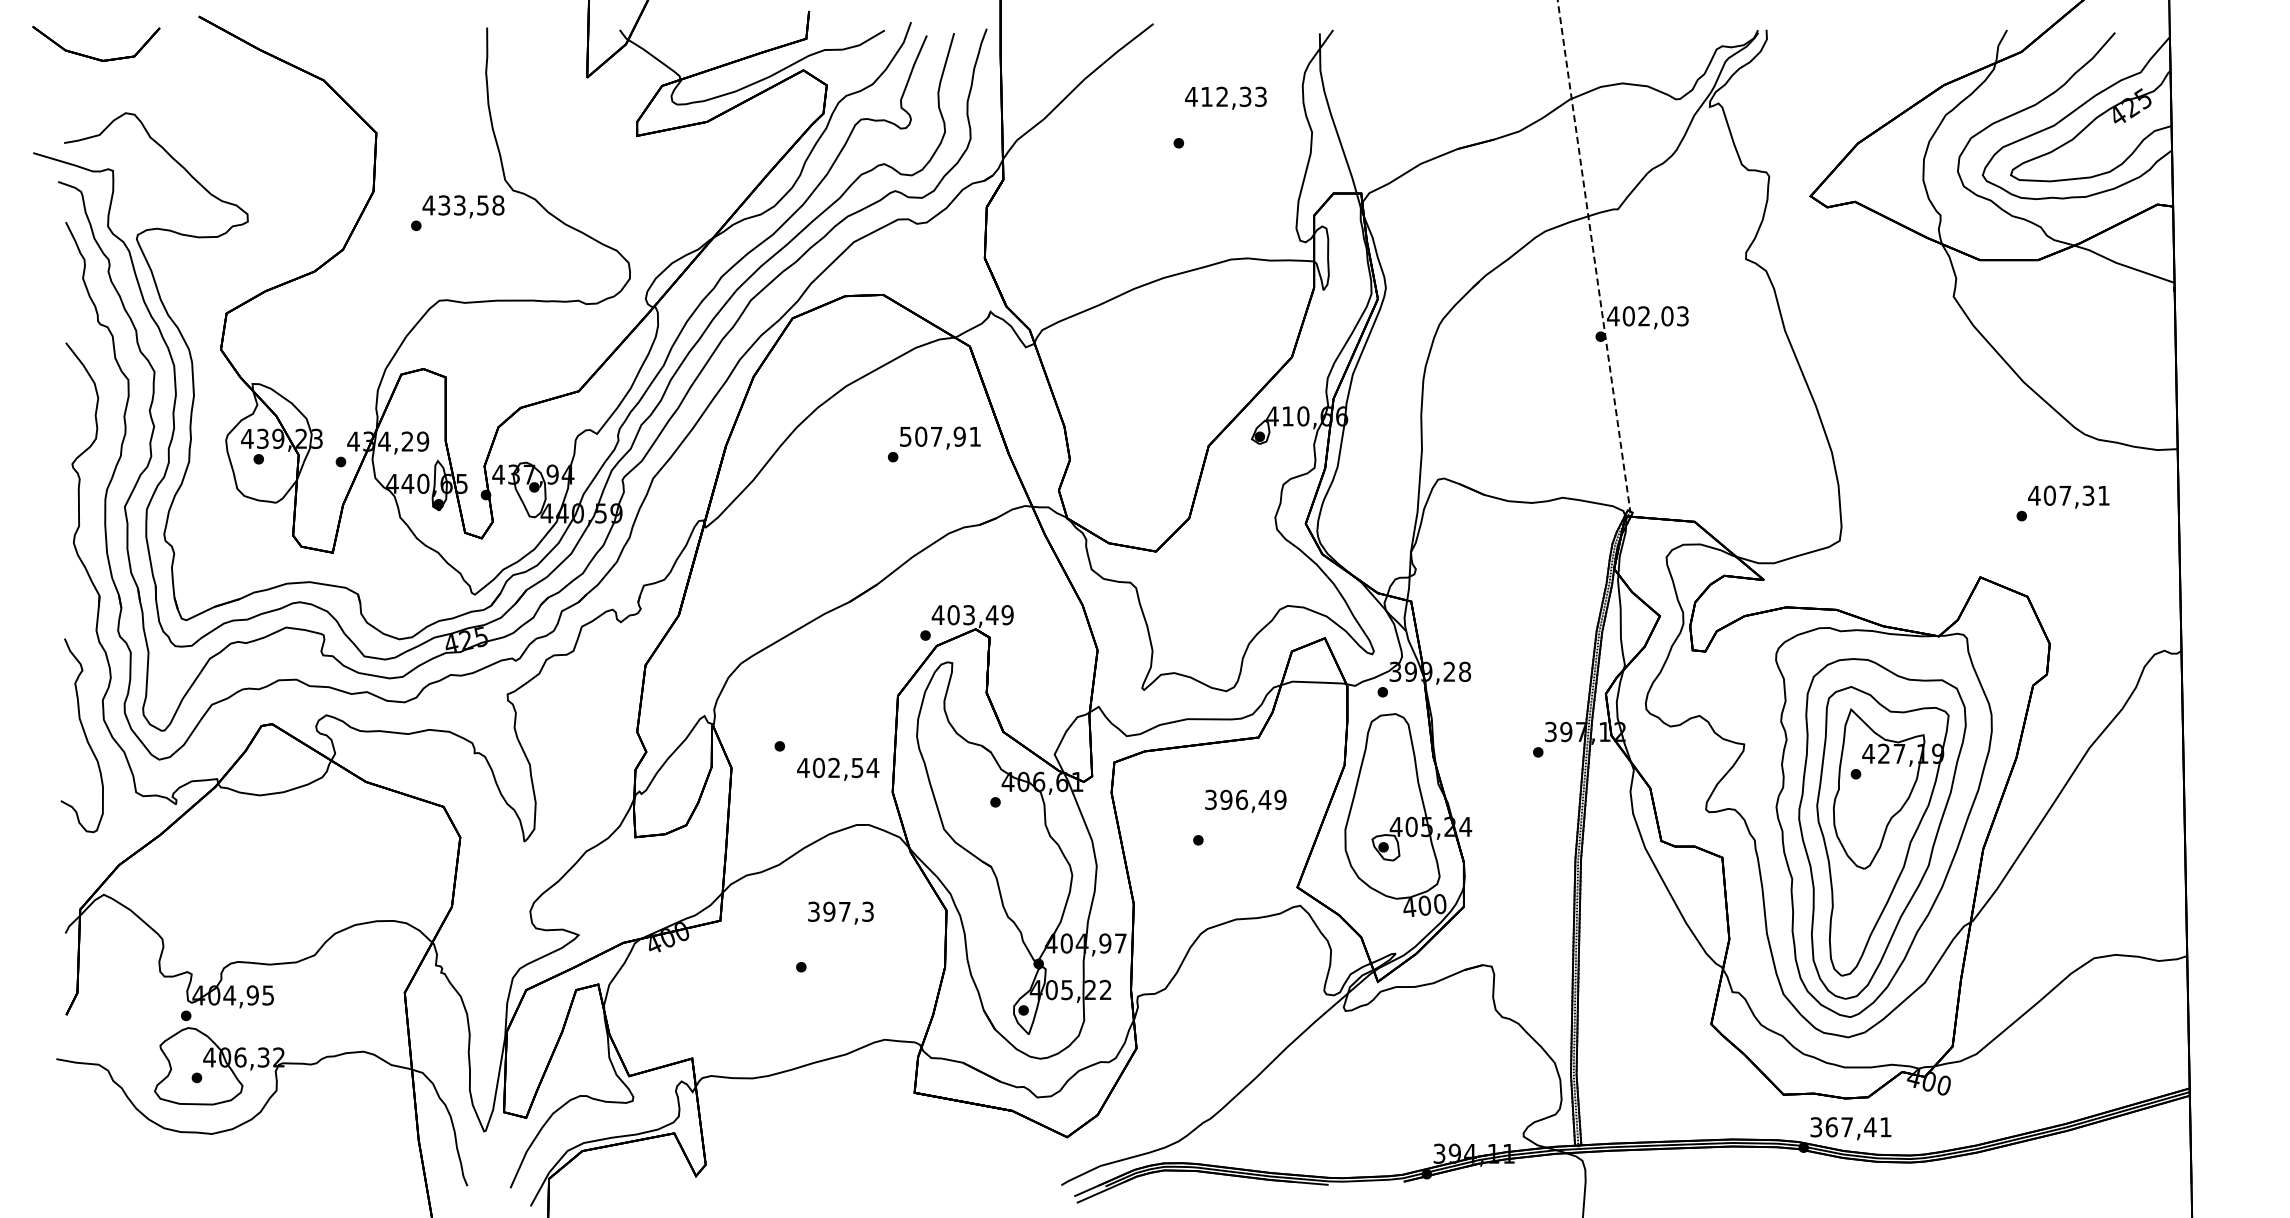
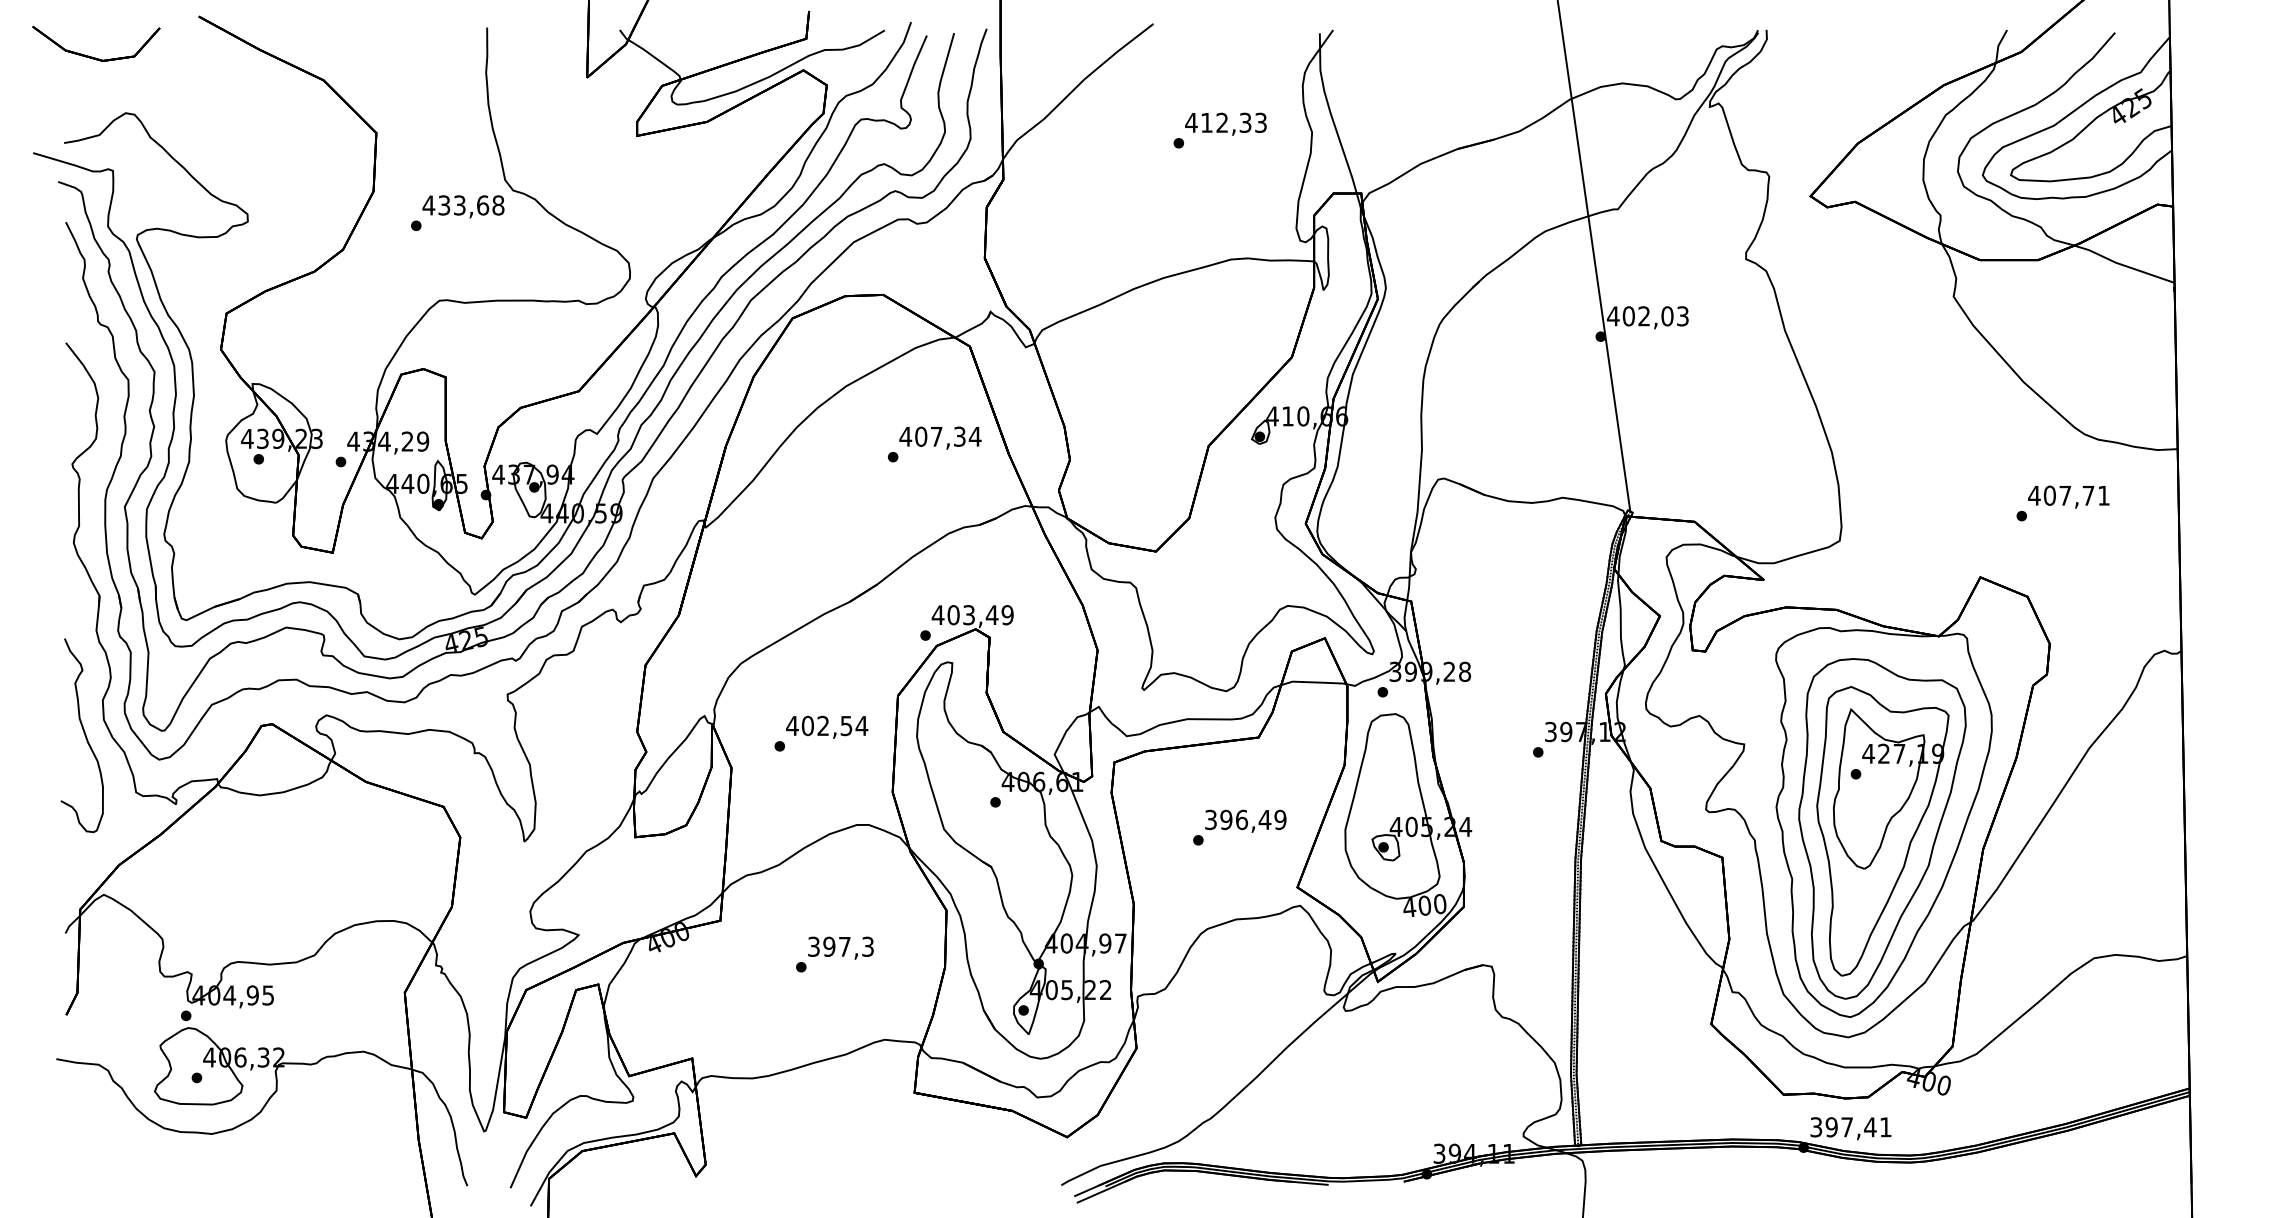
text at (1225, 97) position: (1225, 97) -> (1225, 123)
text at (483, 205): 433,58 -> 433,68
line at (1594, 256): dashed -> solid
text at (940, 436): 507,91 -> 407,34
text at (2088, 495): 407,31 -> 407,71
text at (838, 768) position: (838, 768) -> (827, 726)
text at (1245, 800) position: (1245, 800) -> (1245, 820)
text at (840, 912) position: (840, 912) -> (840, 947)
text at (1831, 1127): 367,41 -> 397,41
